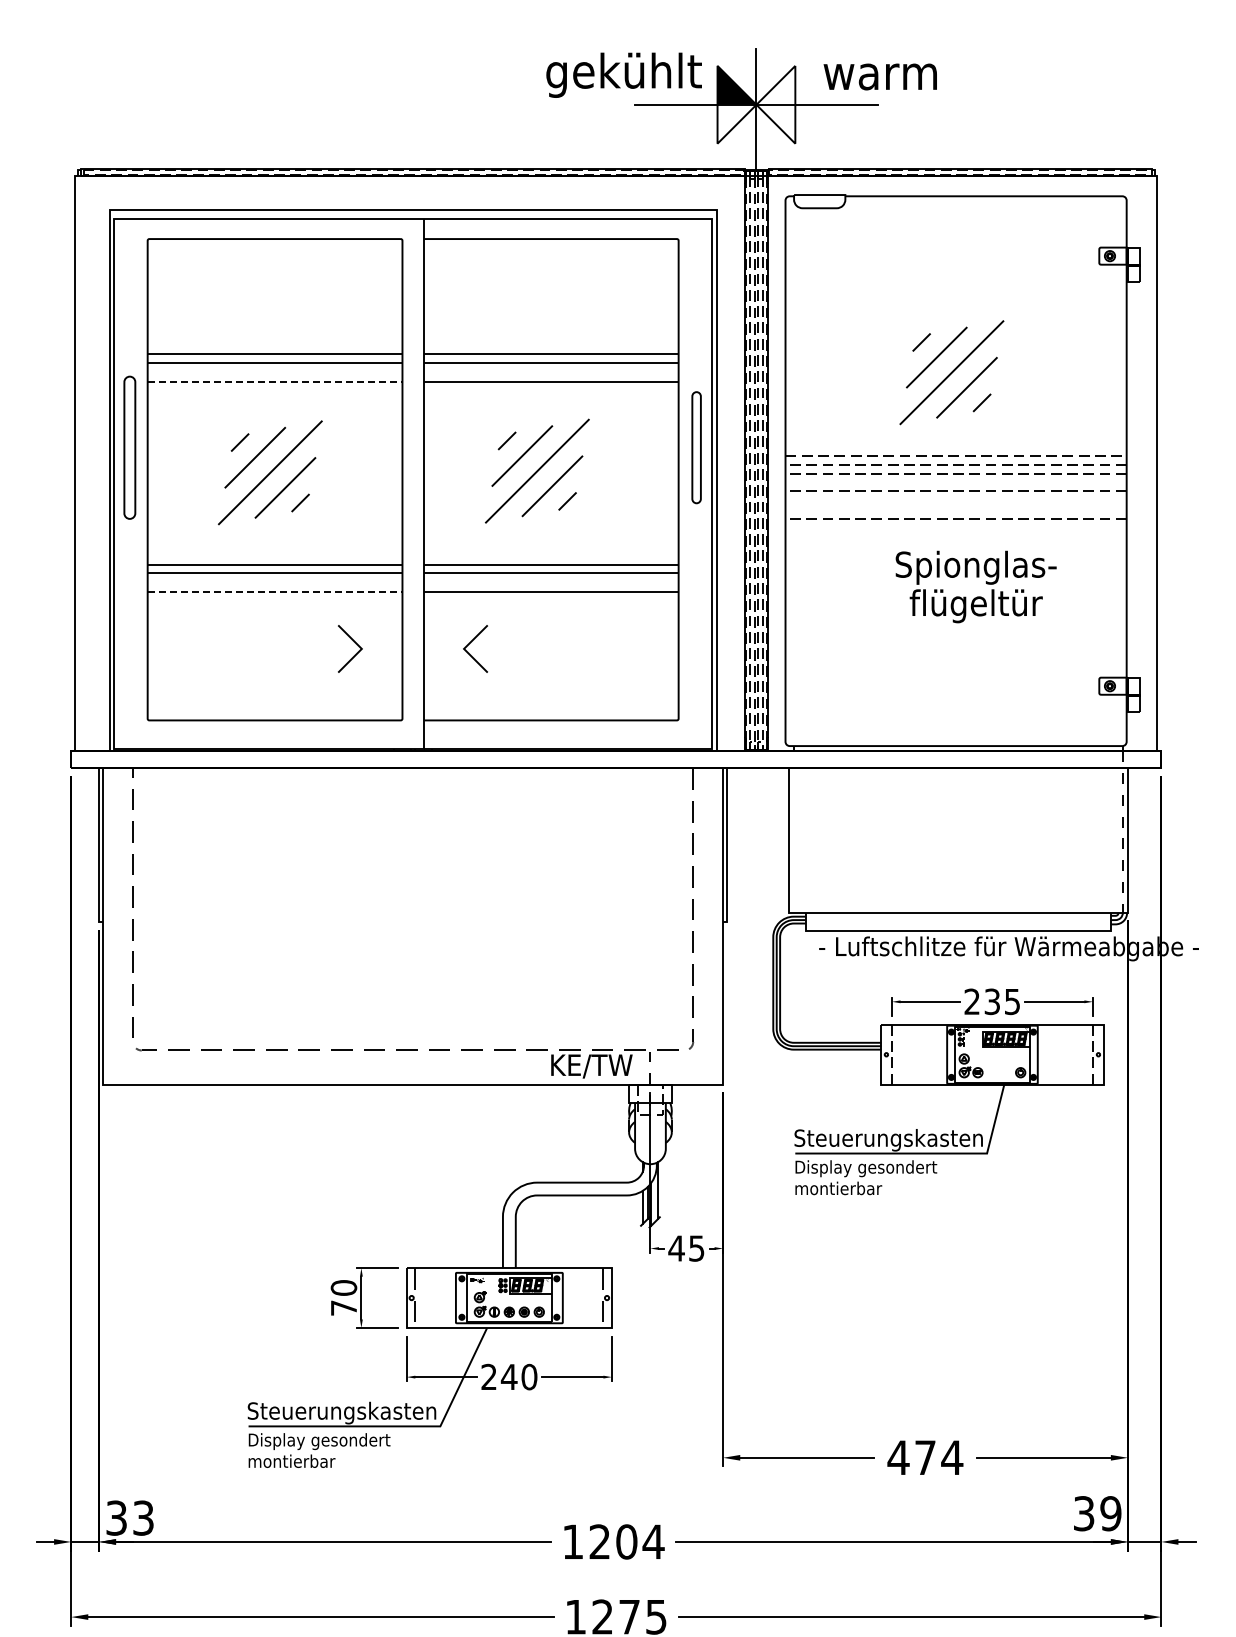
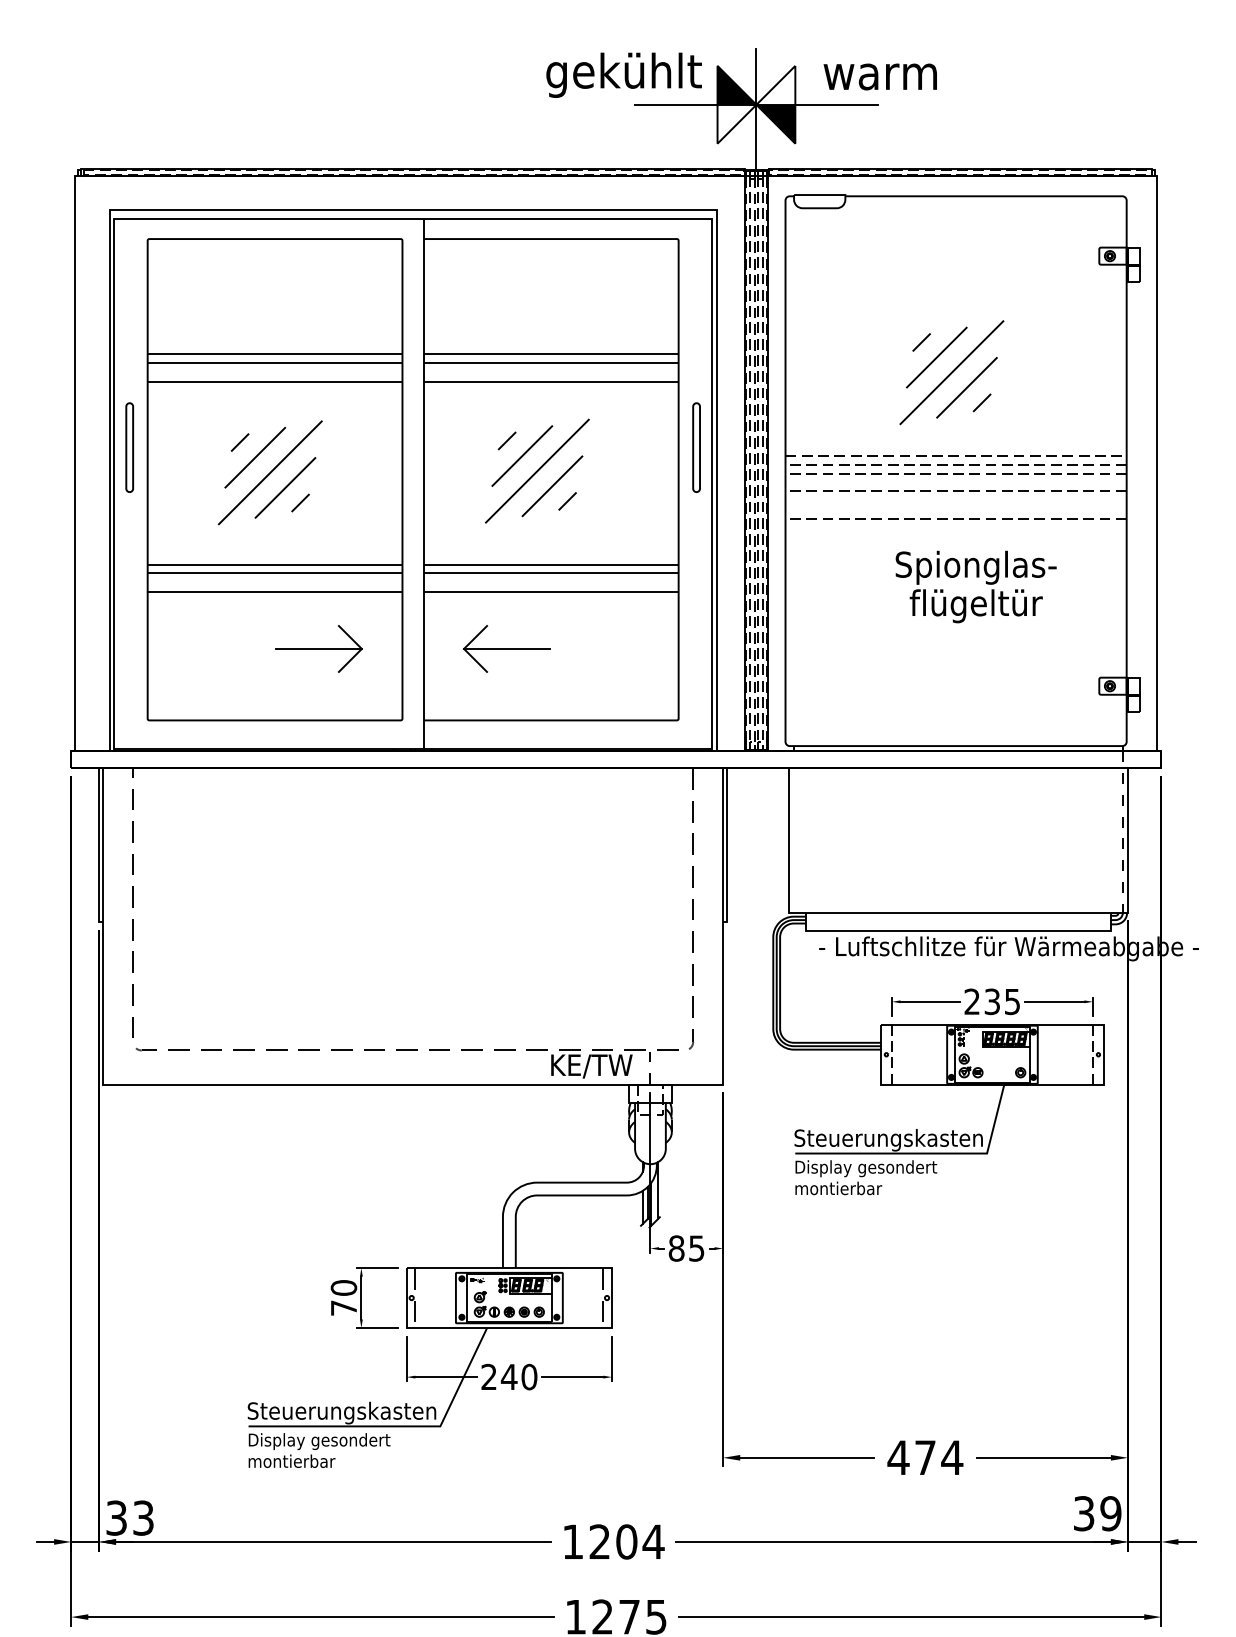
fill at (775, 123): none -> present
line at (275, 381): dashed -> solid
part at (129, 447) size: 14x145 px -> 9x91 px
part at (696, 447) size: 11x114 px -> 9x91 px
line at (275, 592): dashed -> solid
line at (318, 648): none -> present
line at (506, 648): none -> present
text at (676, 1248): 45 -> 85
